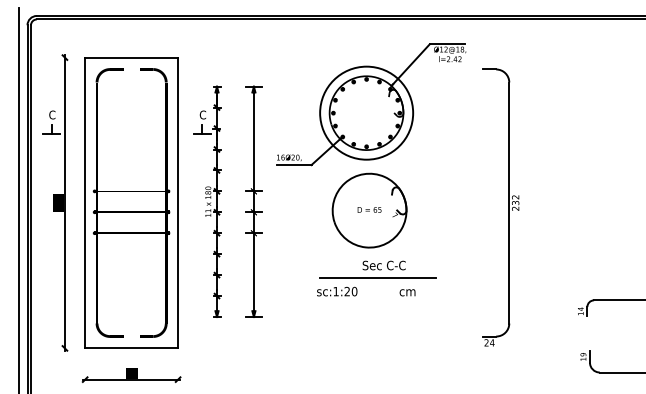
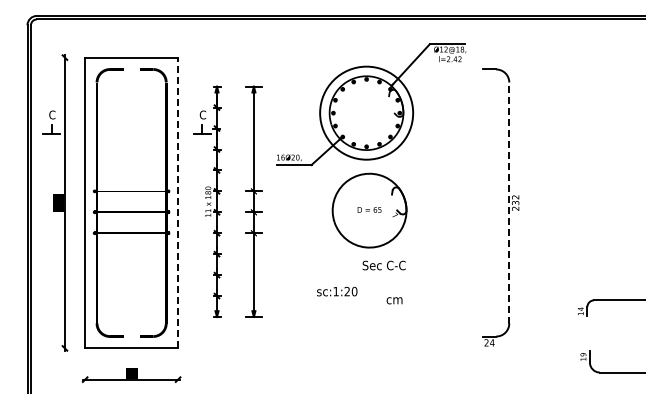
line at (19, 198): present -> none
line at (178, 202): solid -> dashed
line at (509, 202): solid -> dashed
line at (377, 278): present -> none
text at (407, 292) position: (407, 292) -> (394, 300)
